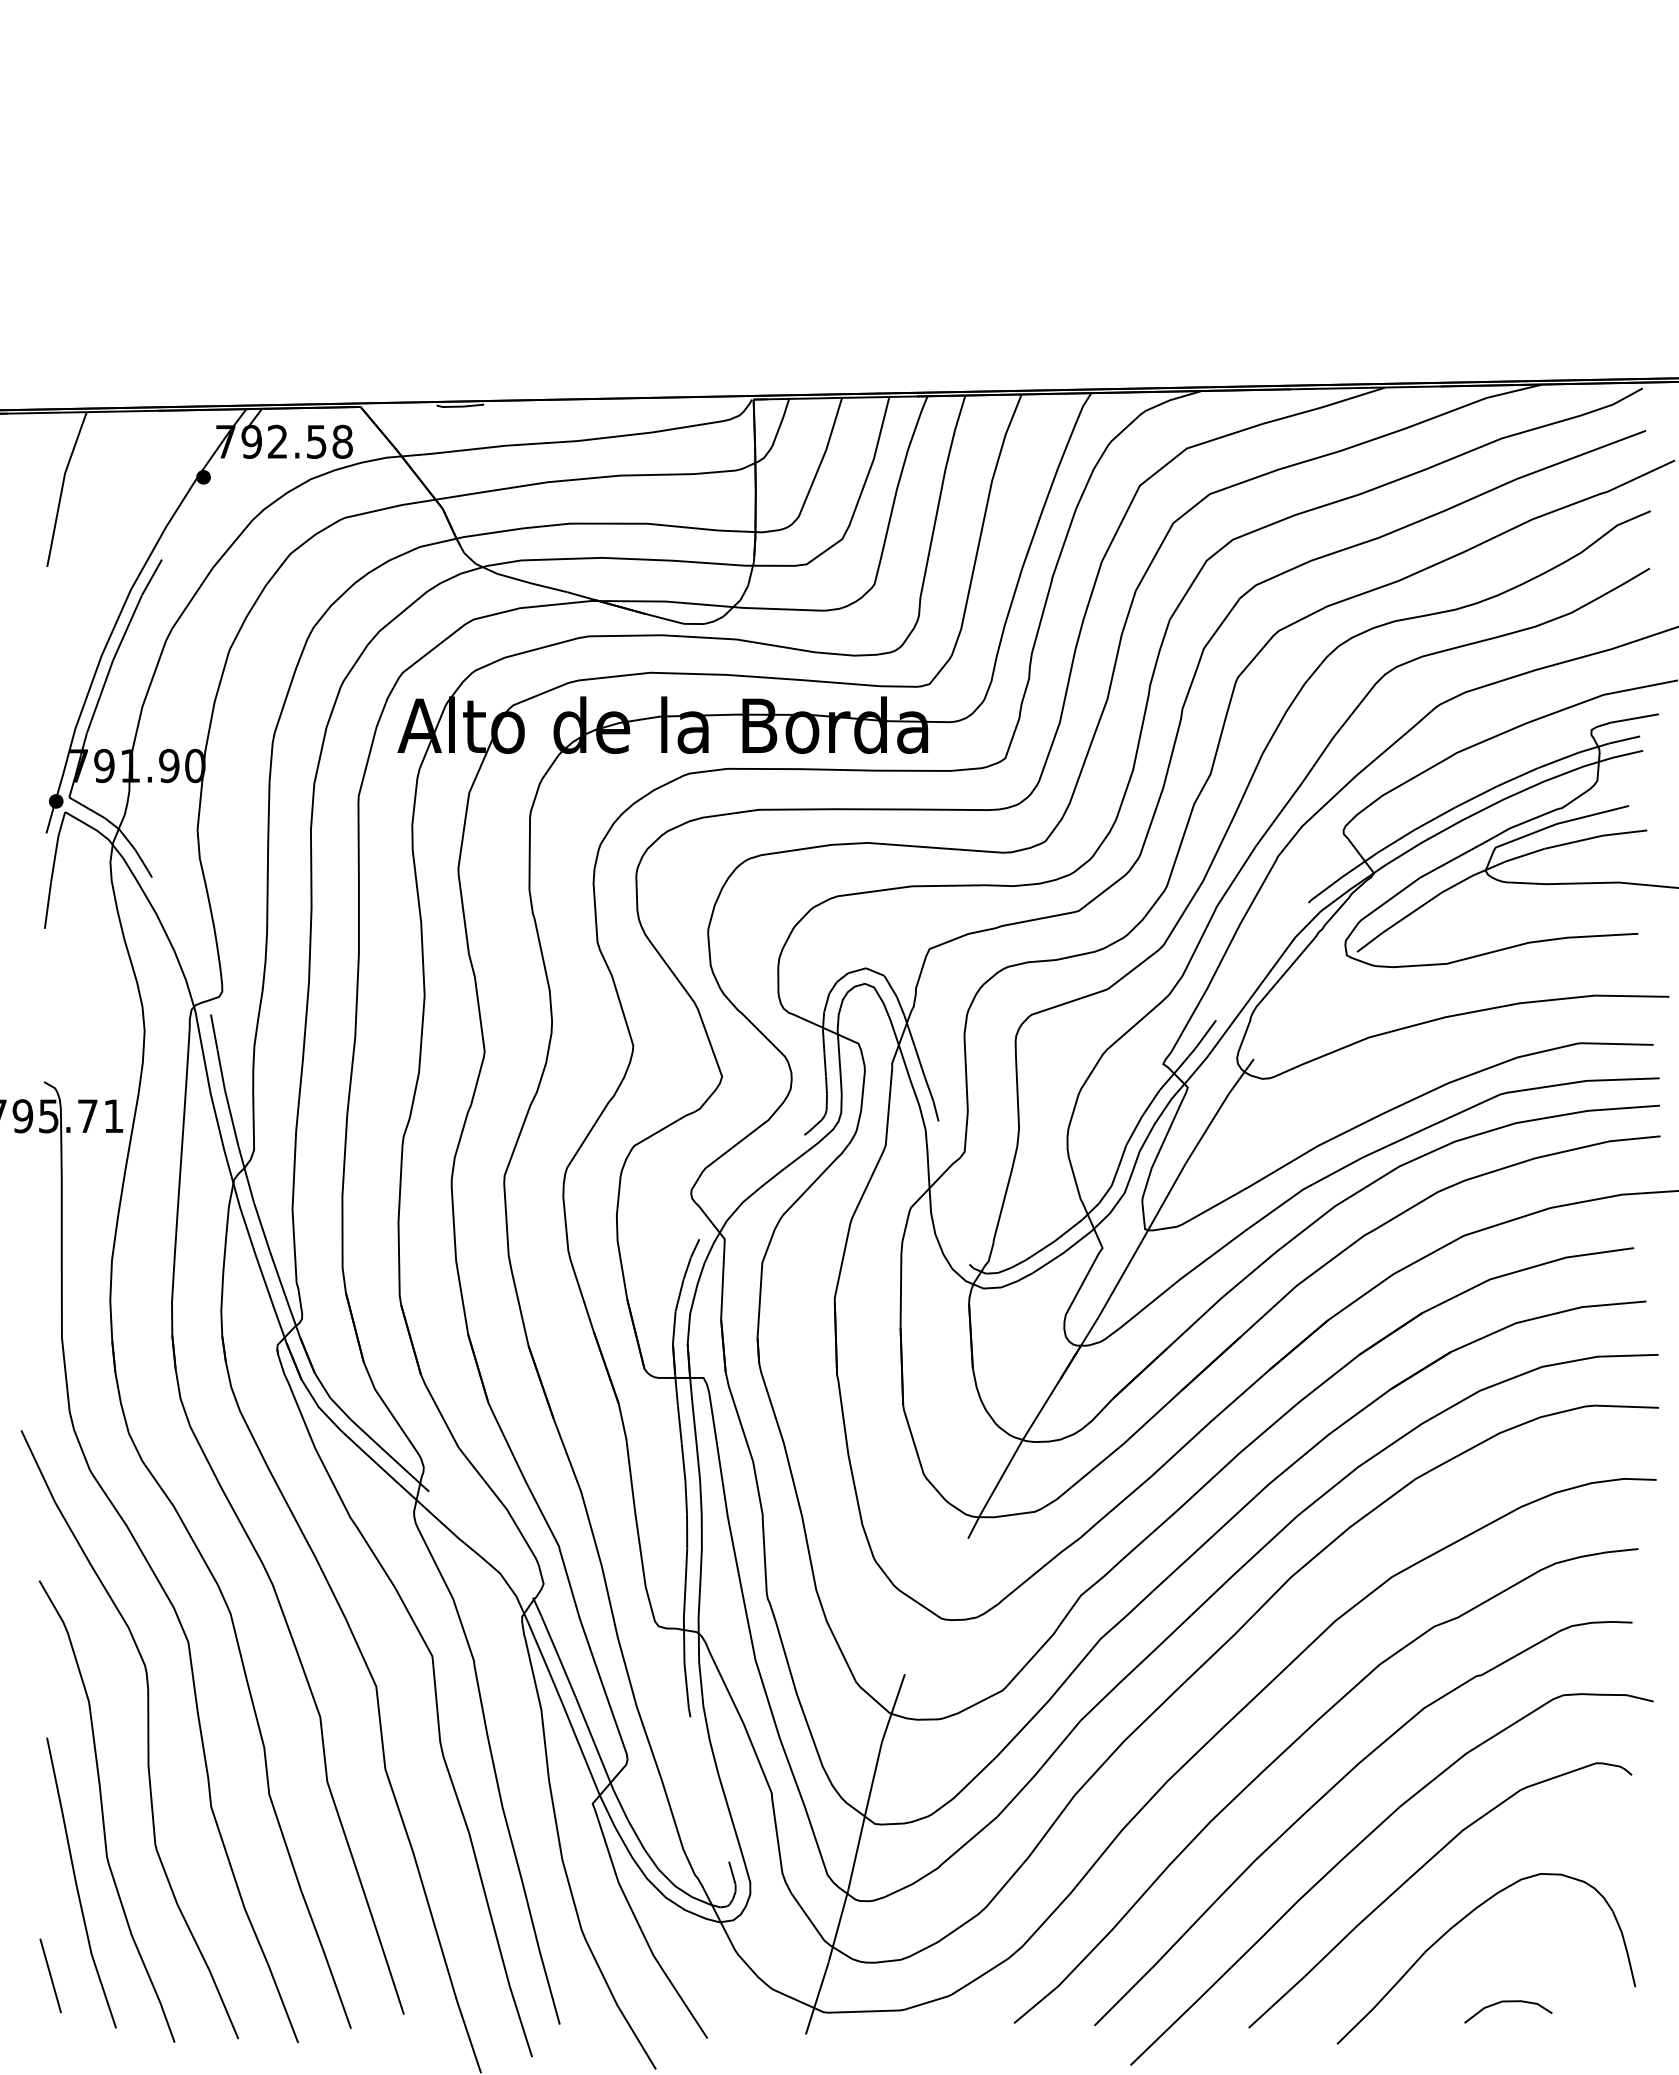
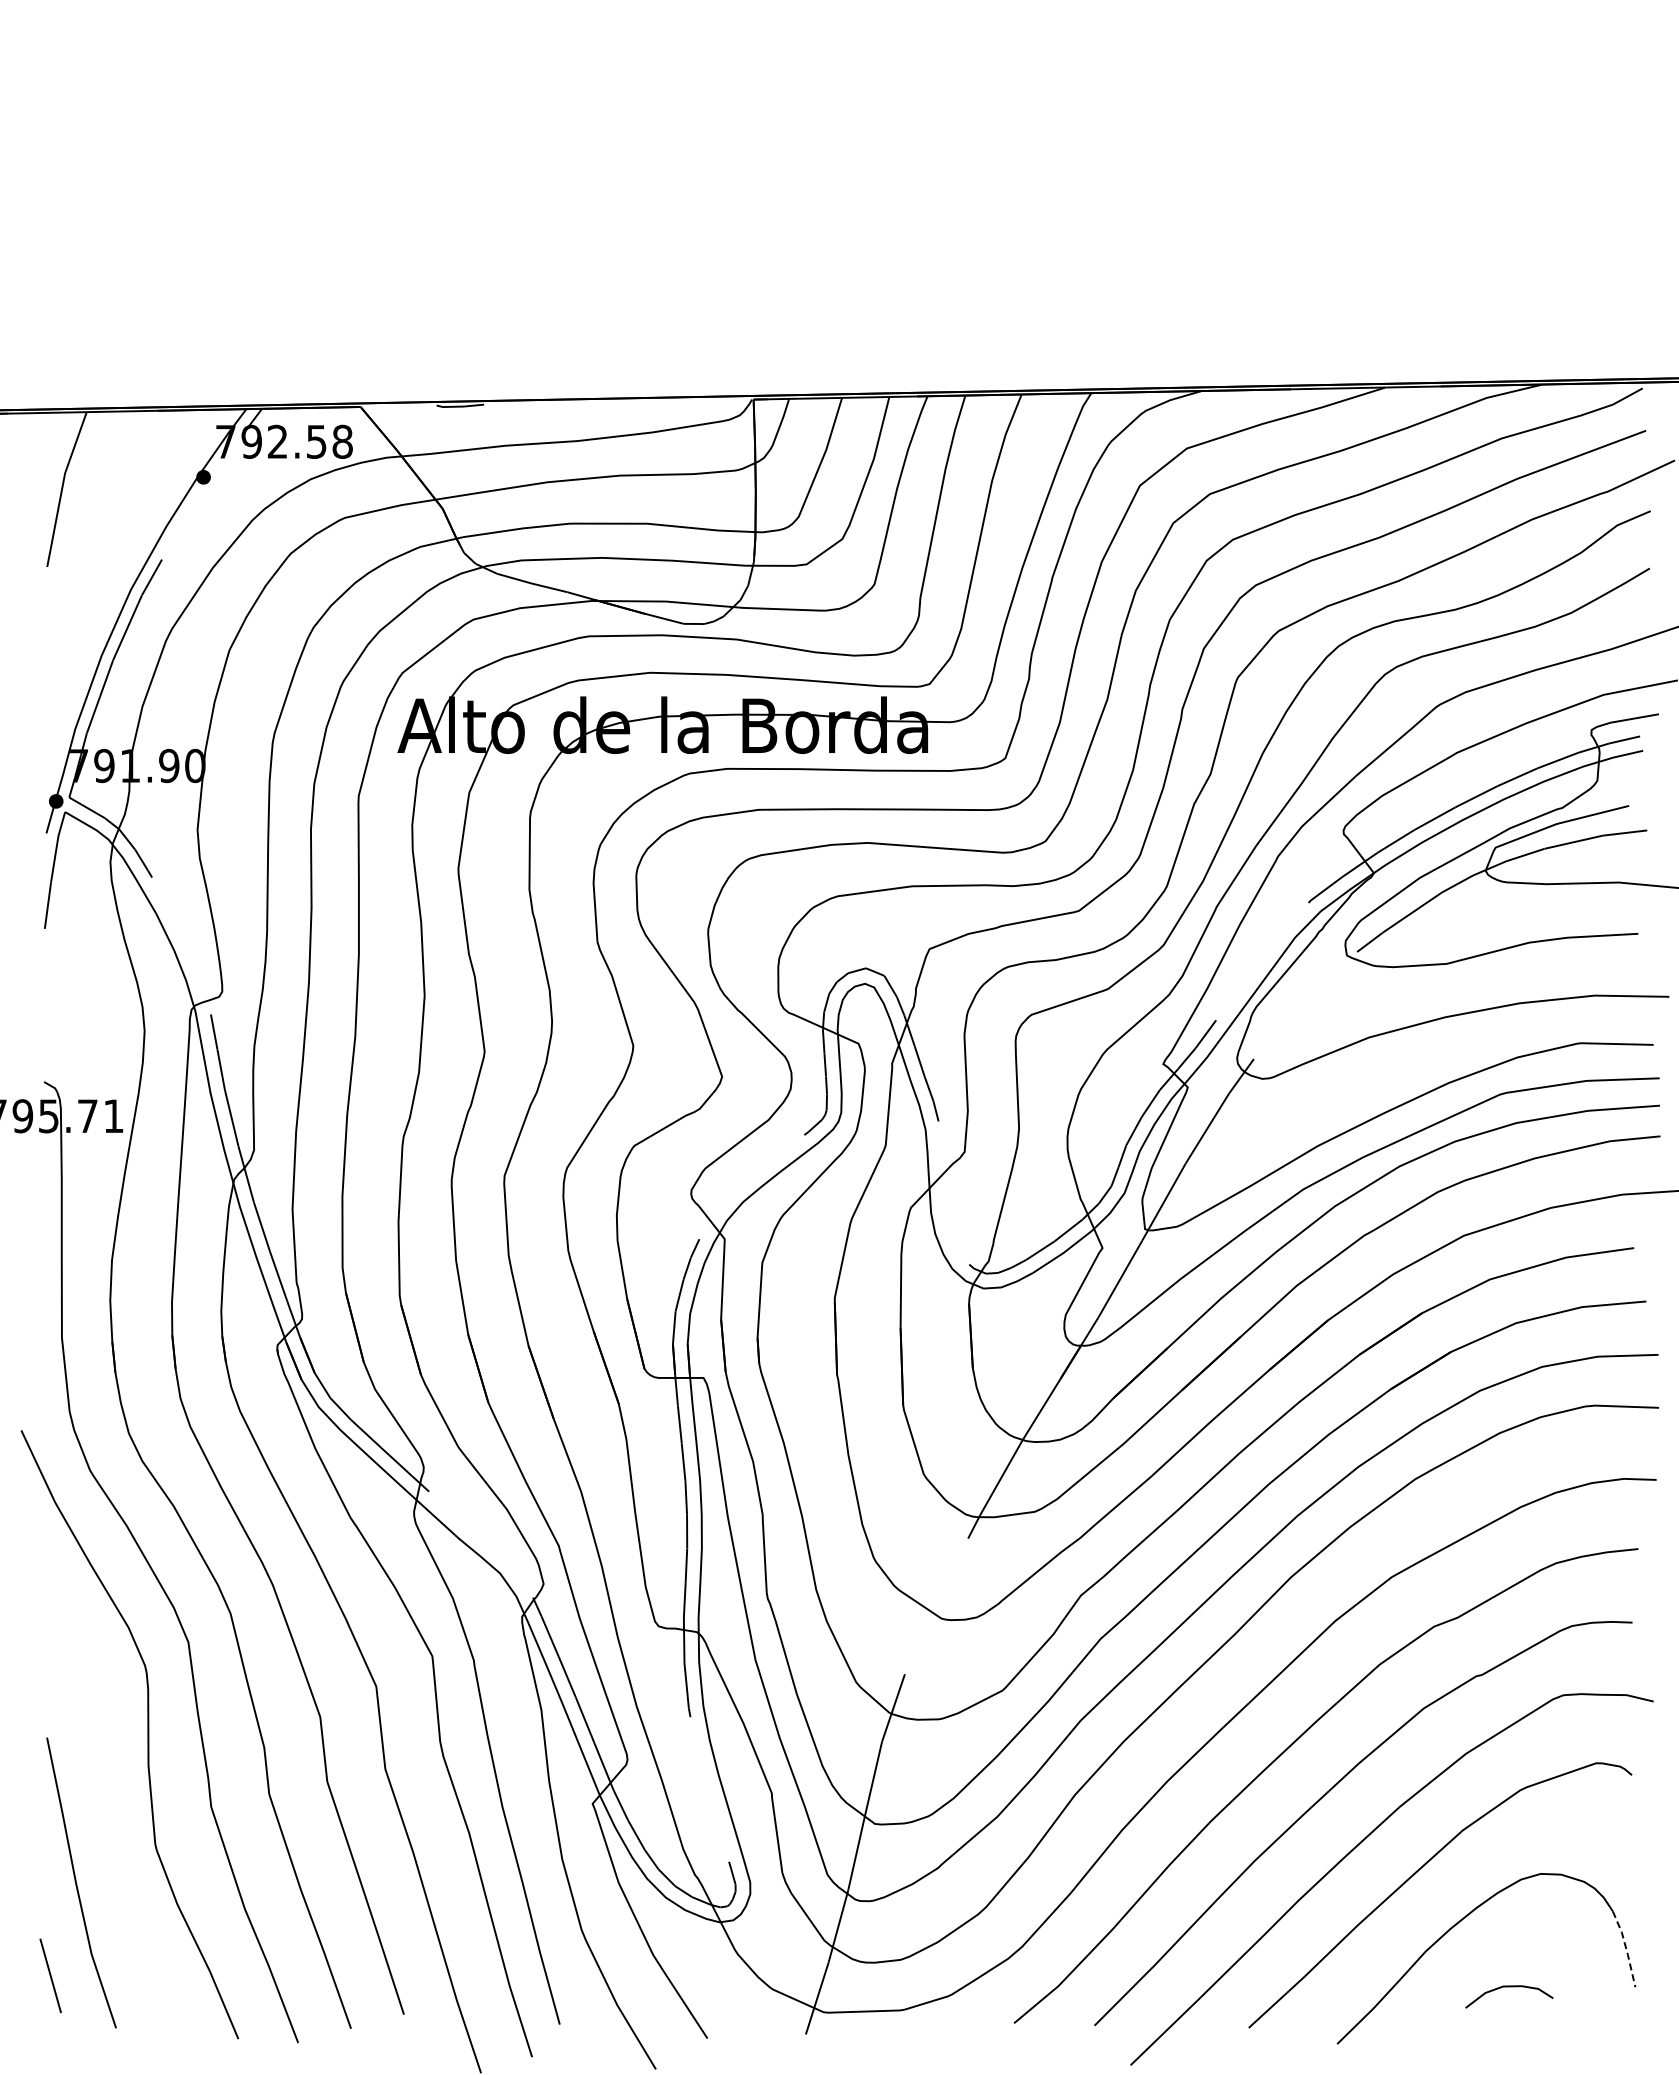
curve at (103, 1811): present -> none
line at (1626, 1948): solid -> dashed
curve at (1508, 2002) position: (1508, 2002) -> (1509, 1987)
